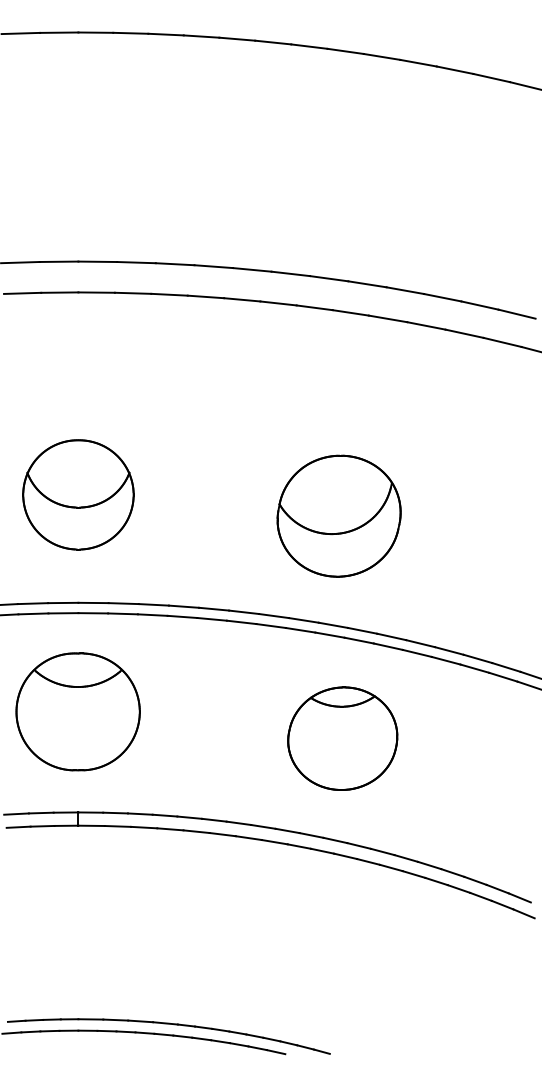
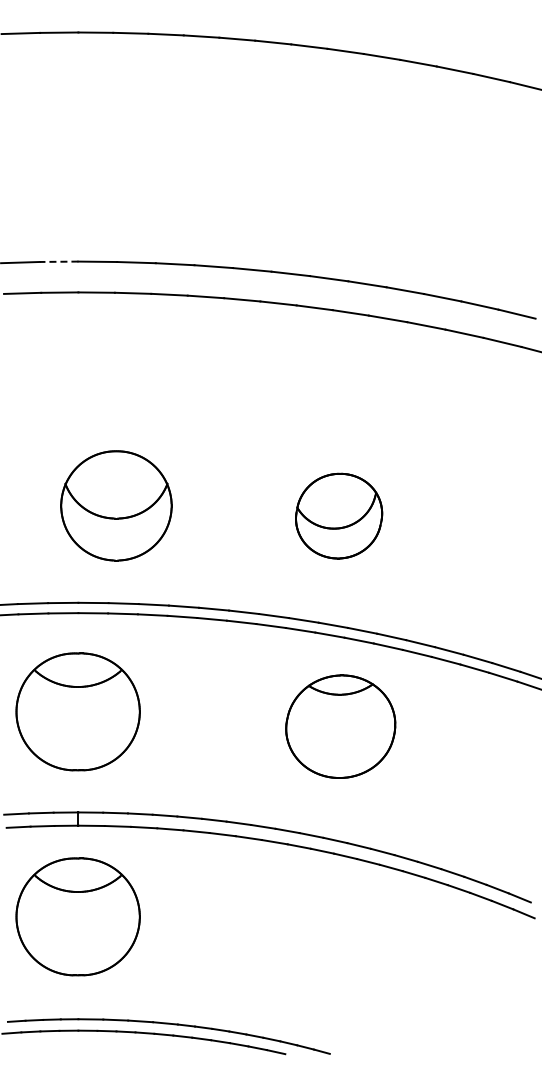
line at (58, 261): solid -> dashed
part at (78, 494) position: (78, 494) -> (116, 505)
part at (338, 515) size: 126x124 px -> 89x88 px
part at (342, 738) position: (342, 738) -> (340, 726)
part at (77, 916): none -> present
